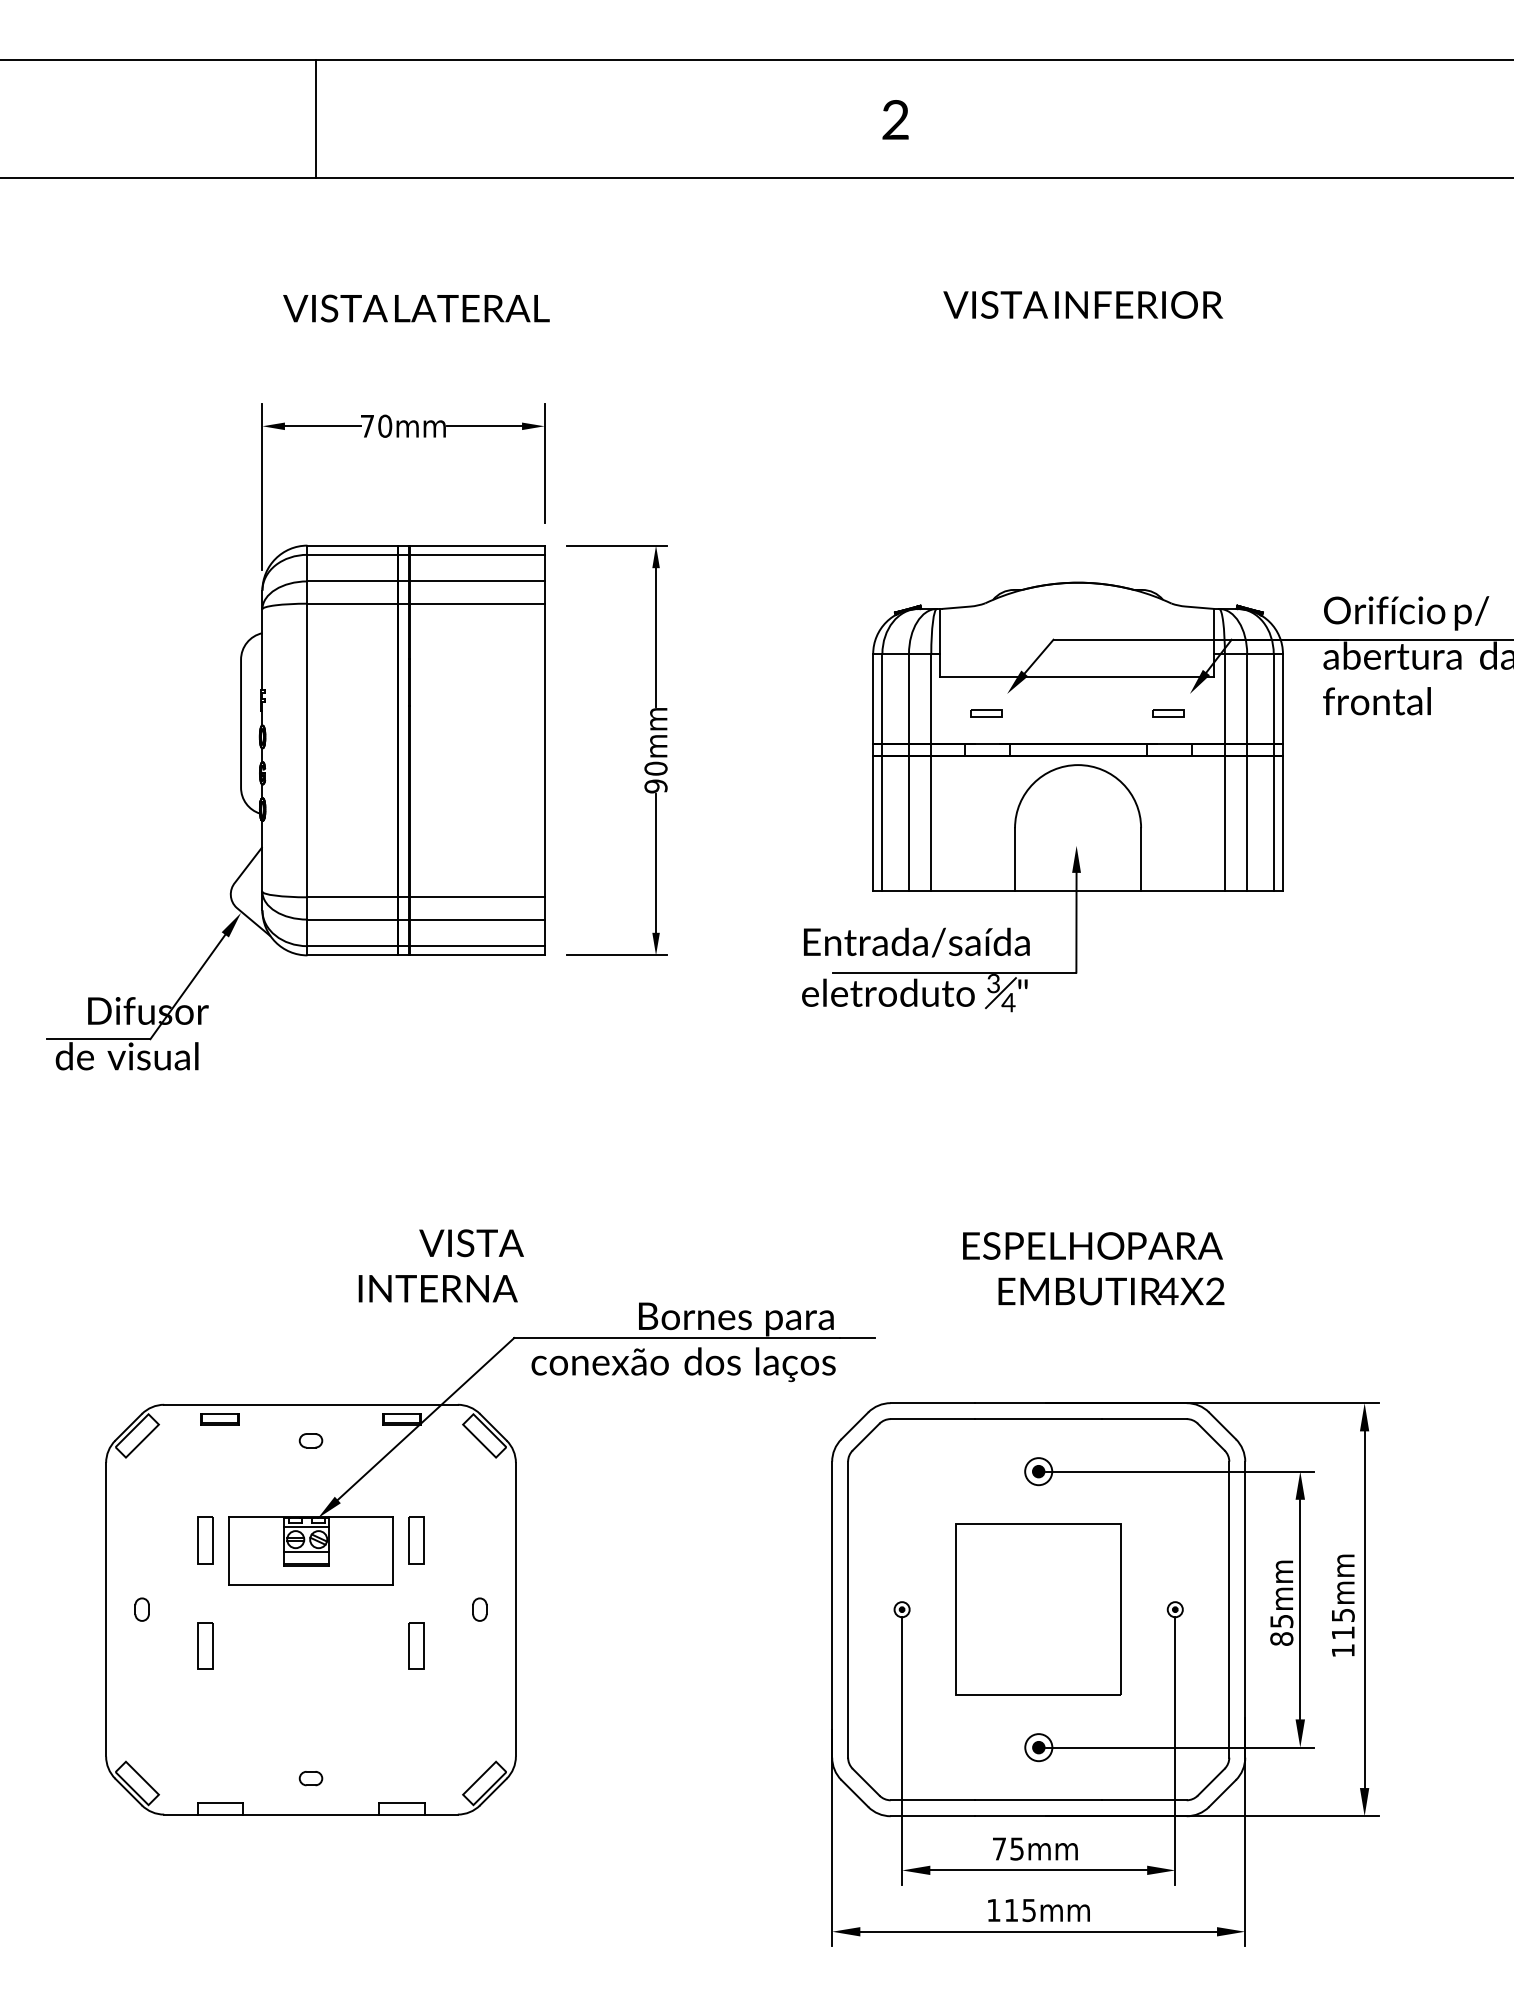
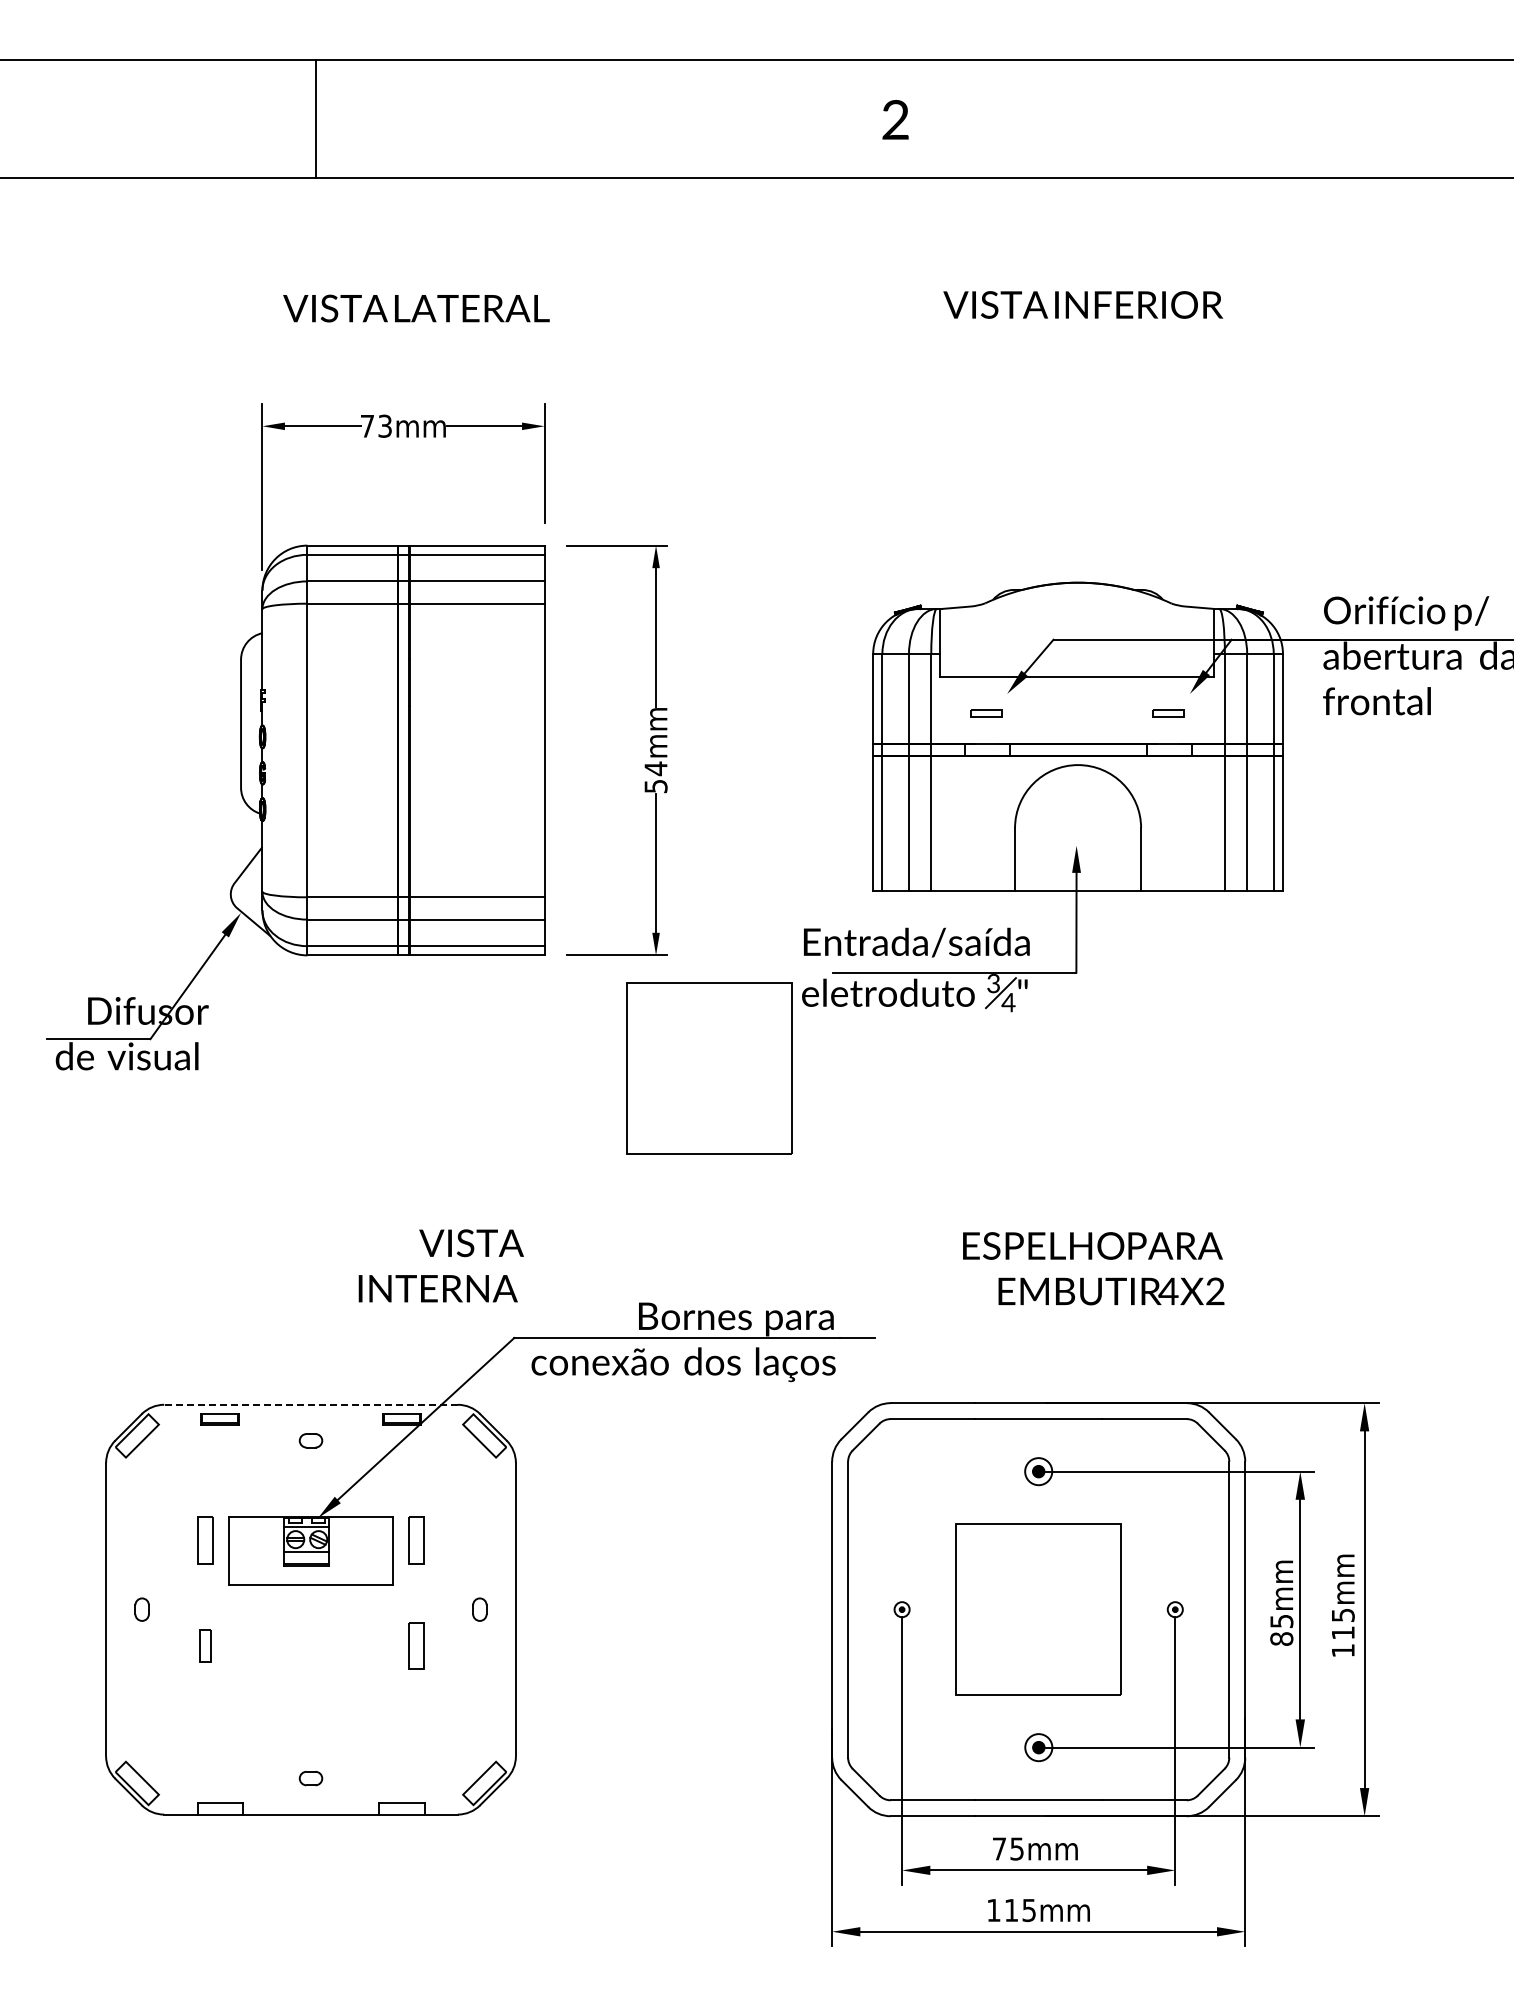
text at (385, 425): 70mm -> 73mm
text at (655, 777): 90mm -> 54mm
part at (709, 1068): none -> present
line at (311, 1404): solid -> dashed
part at (205, 1645) size: 17x48 px -> 13x34 px
